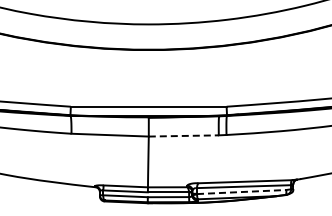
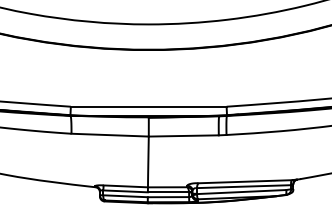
line at (184, 135): dashed -> solid
line at (241, 192): dashed -> solid
